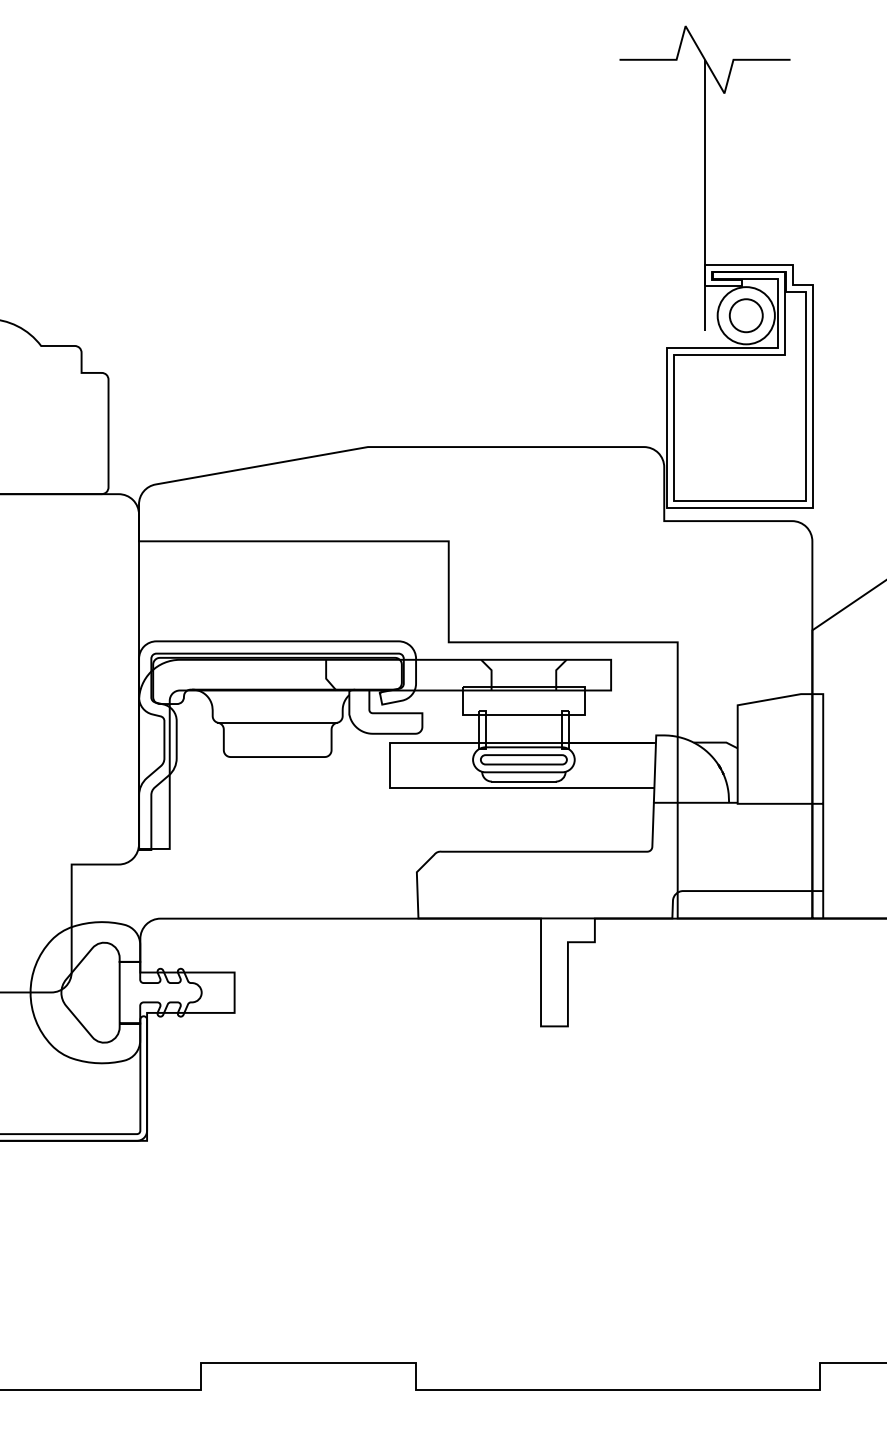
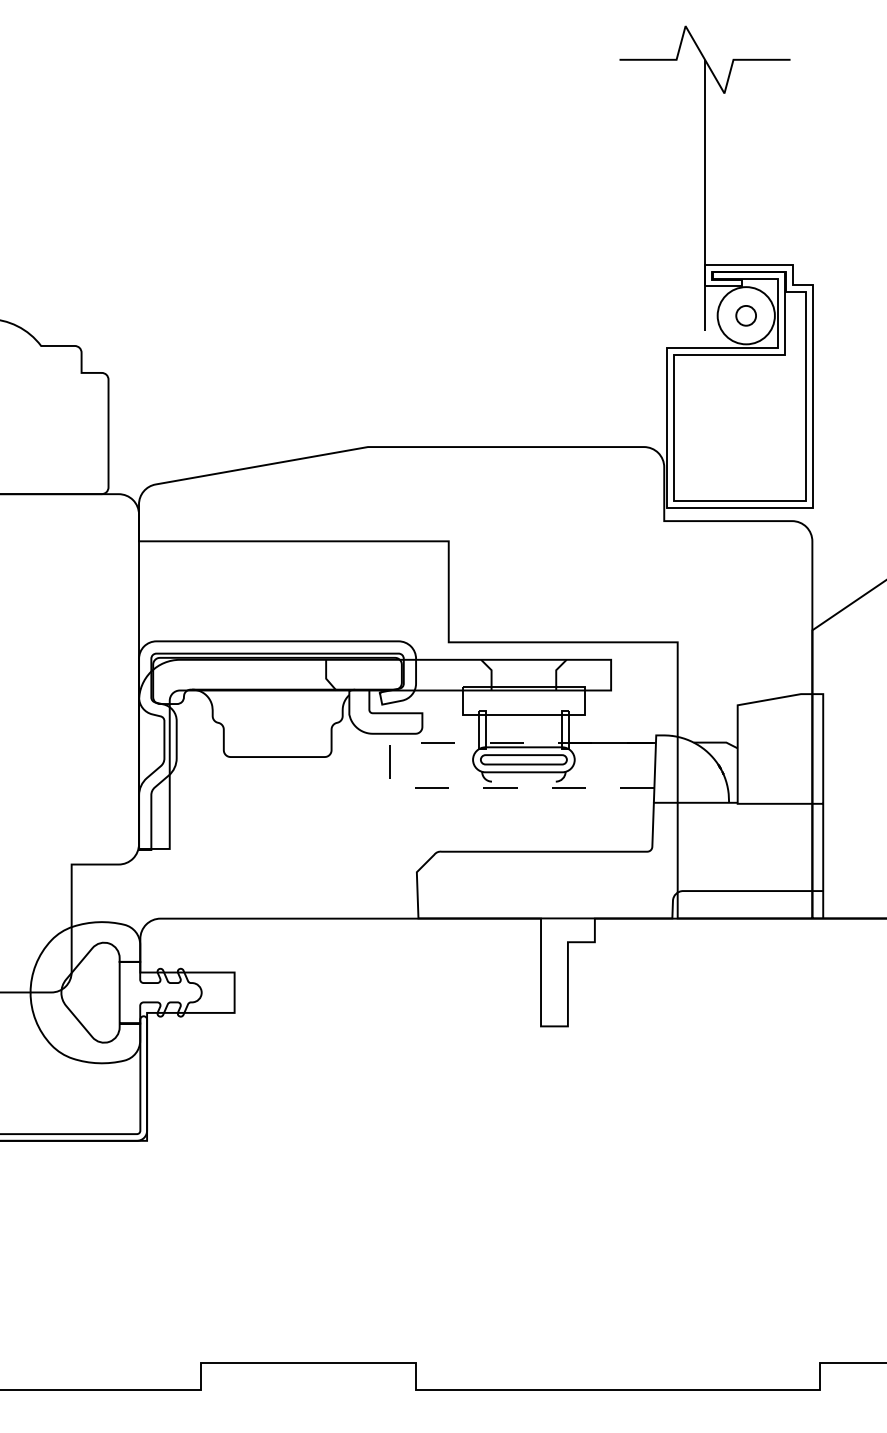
circle at (745, 315) size: 36x36 px -> 22x22 px
line at (277, 722): present -> none
line at (389, 764): solid -> dashed
line at (523, 781): present -> none
